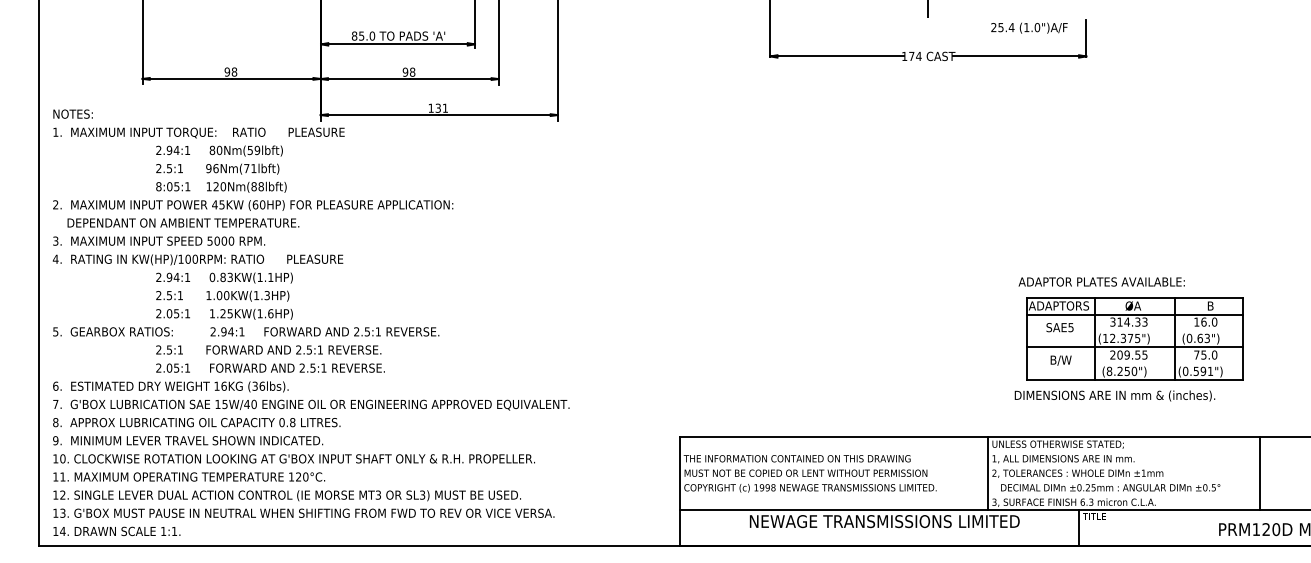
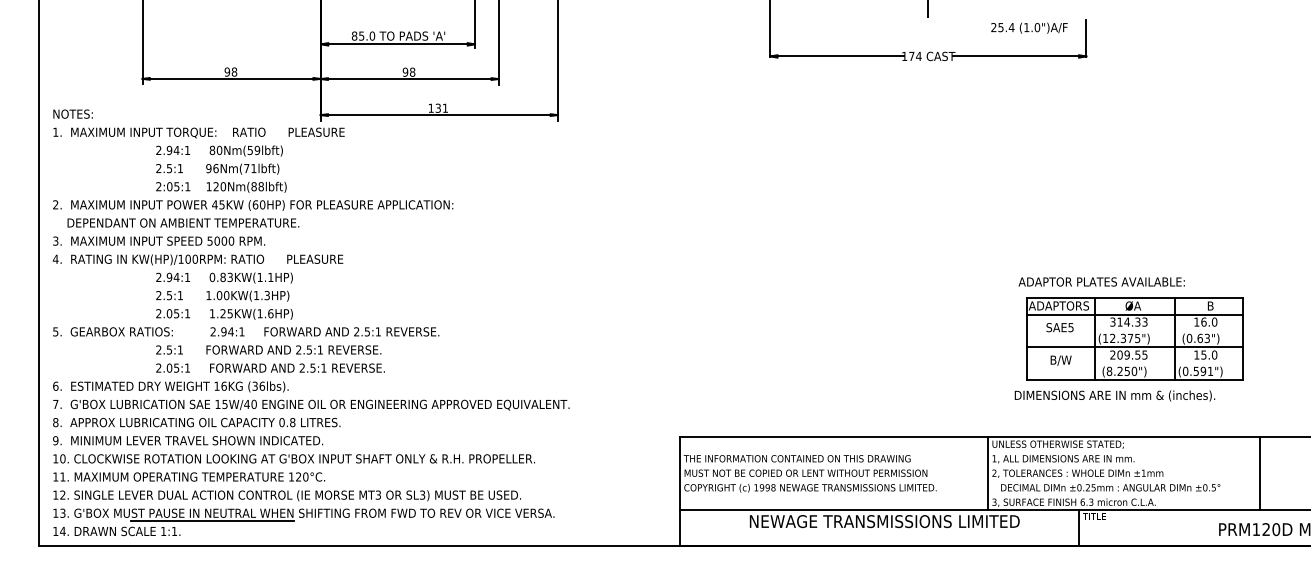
text at (158, 186): 8:05:1 -> 2:05:1
text at (1196, 354): 75.0 -> 15.0
line at (211, 521): none -> present
